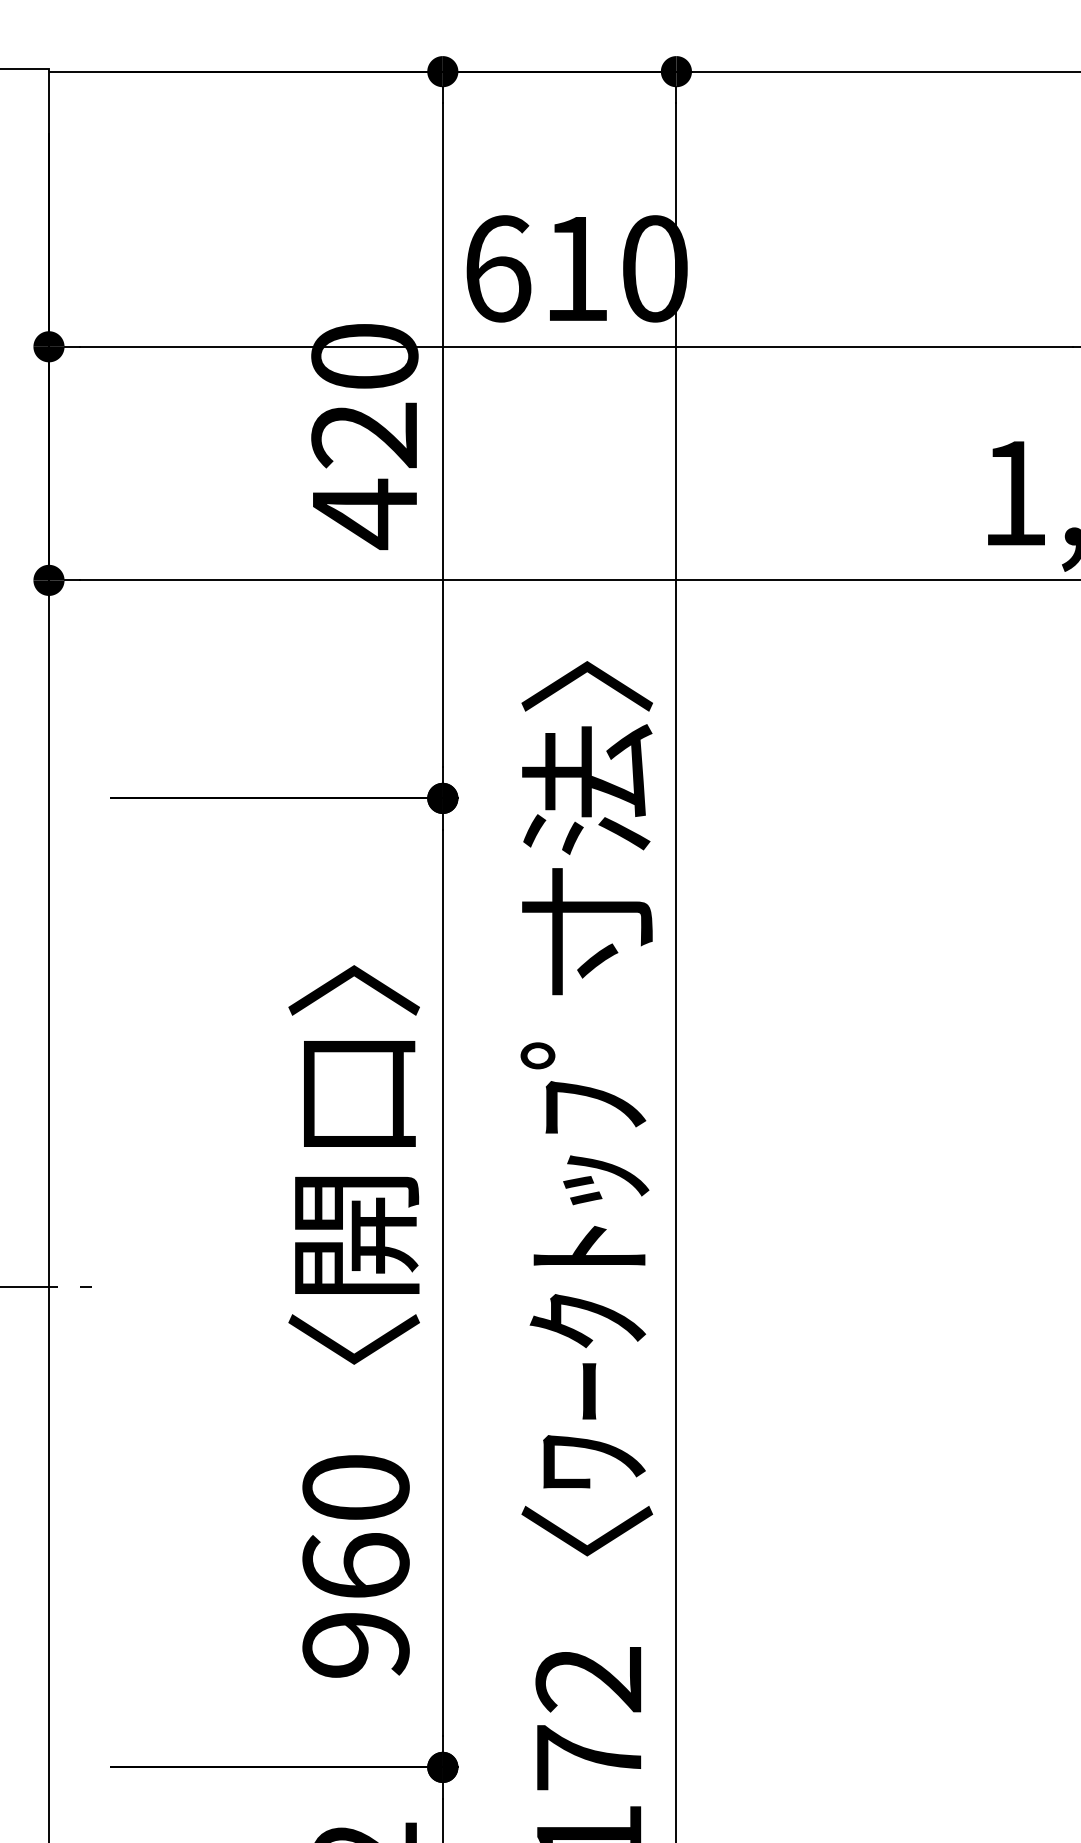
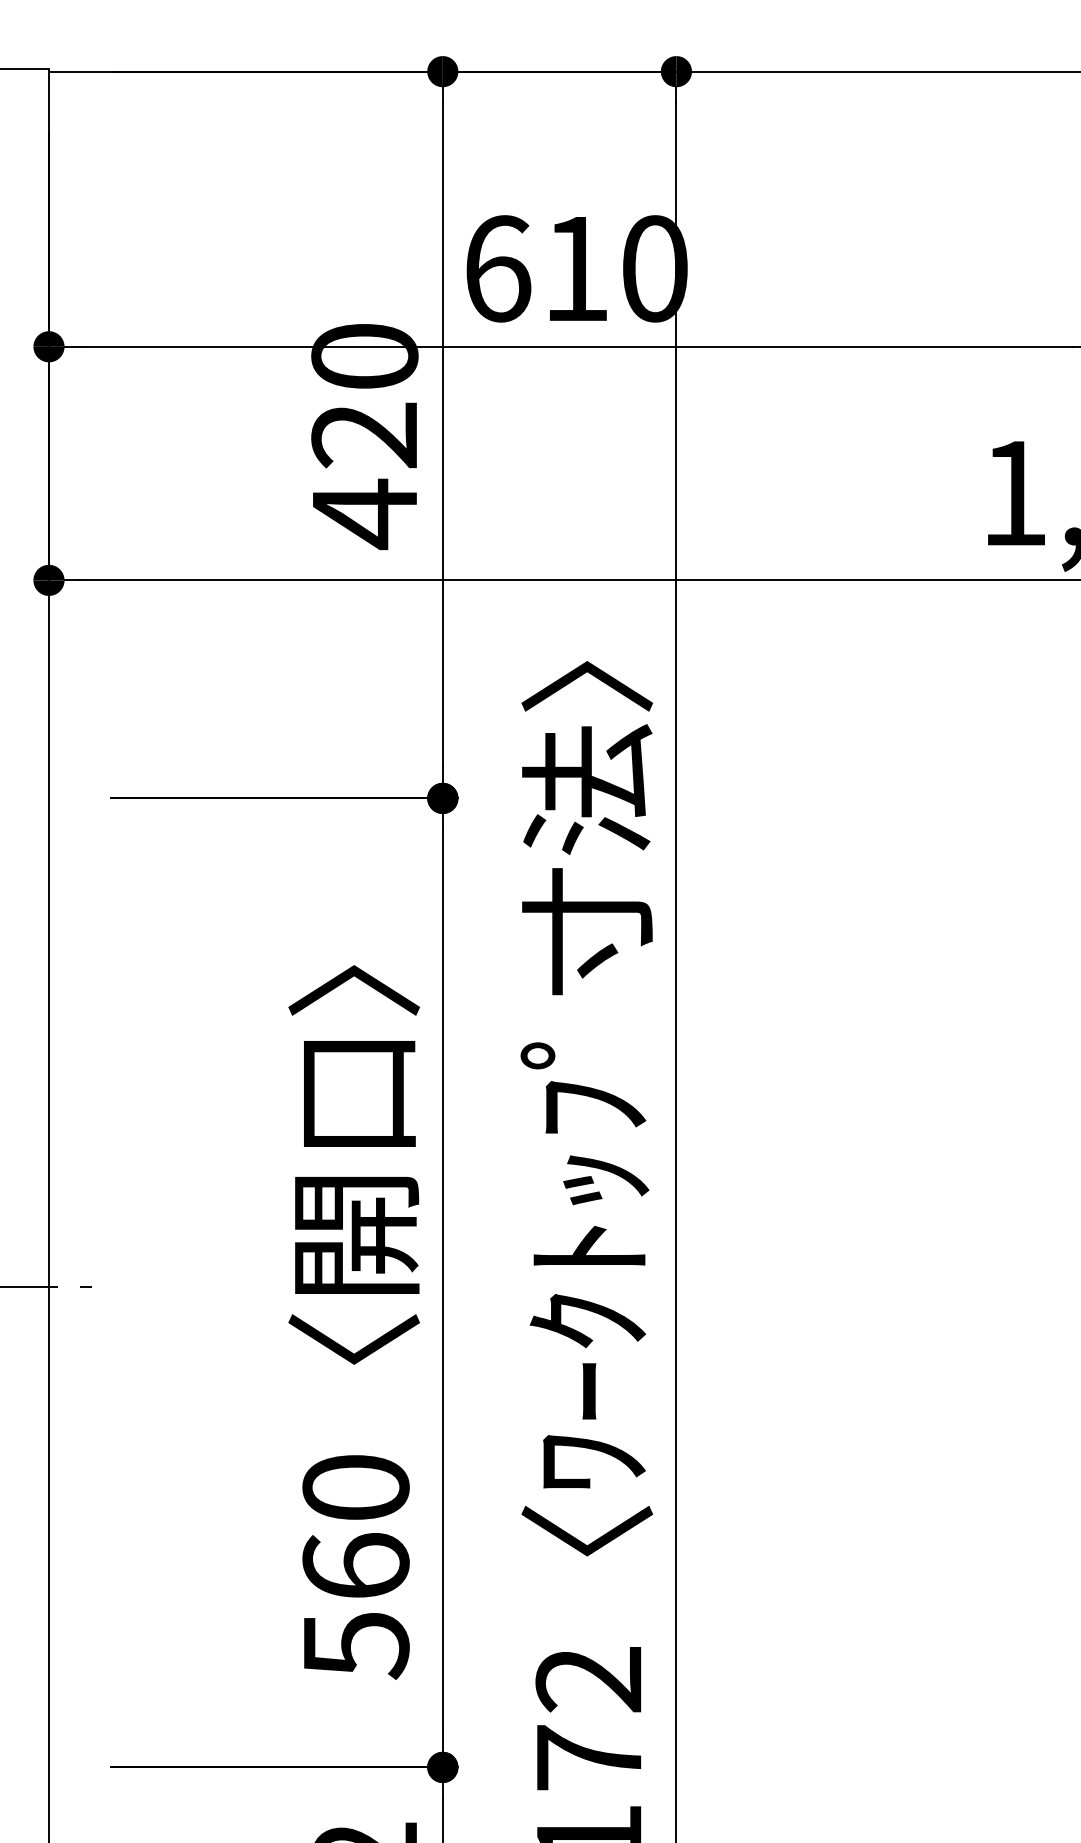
text at (355, 1646): 960 -> 560
